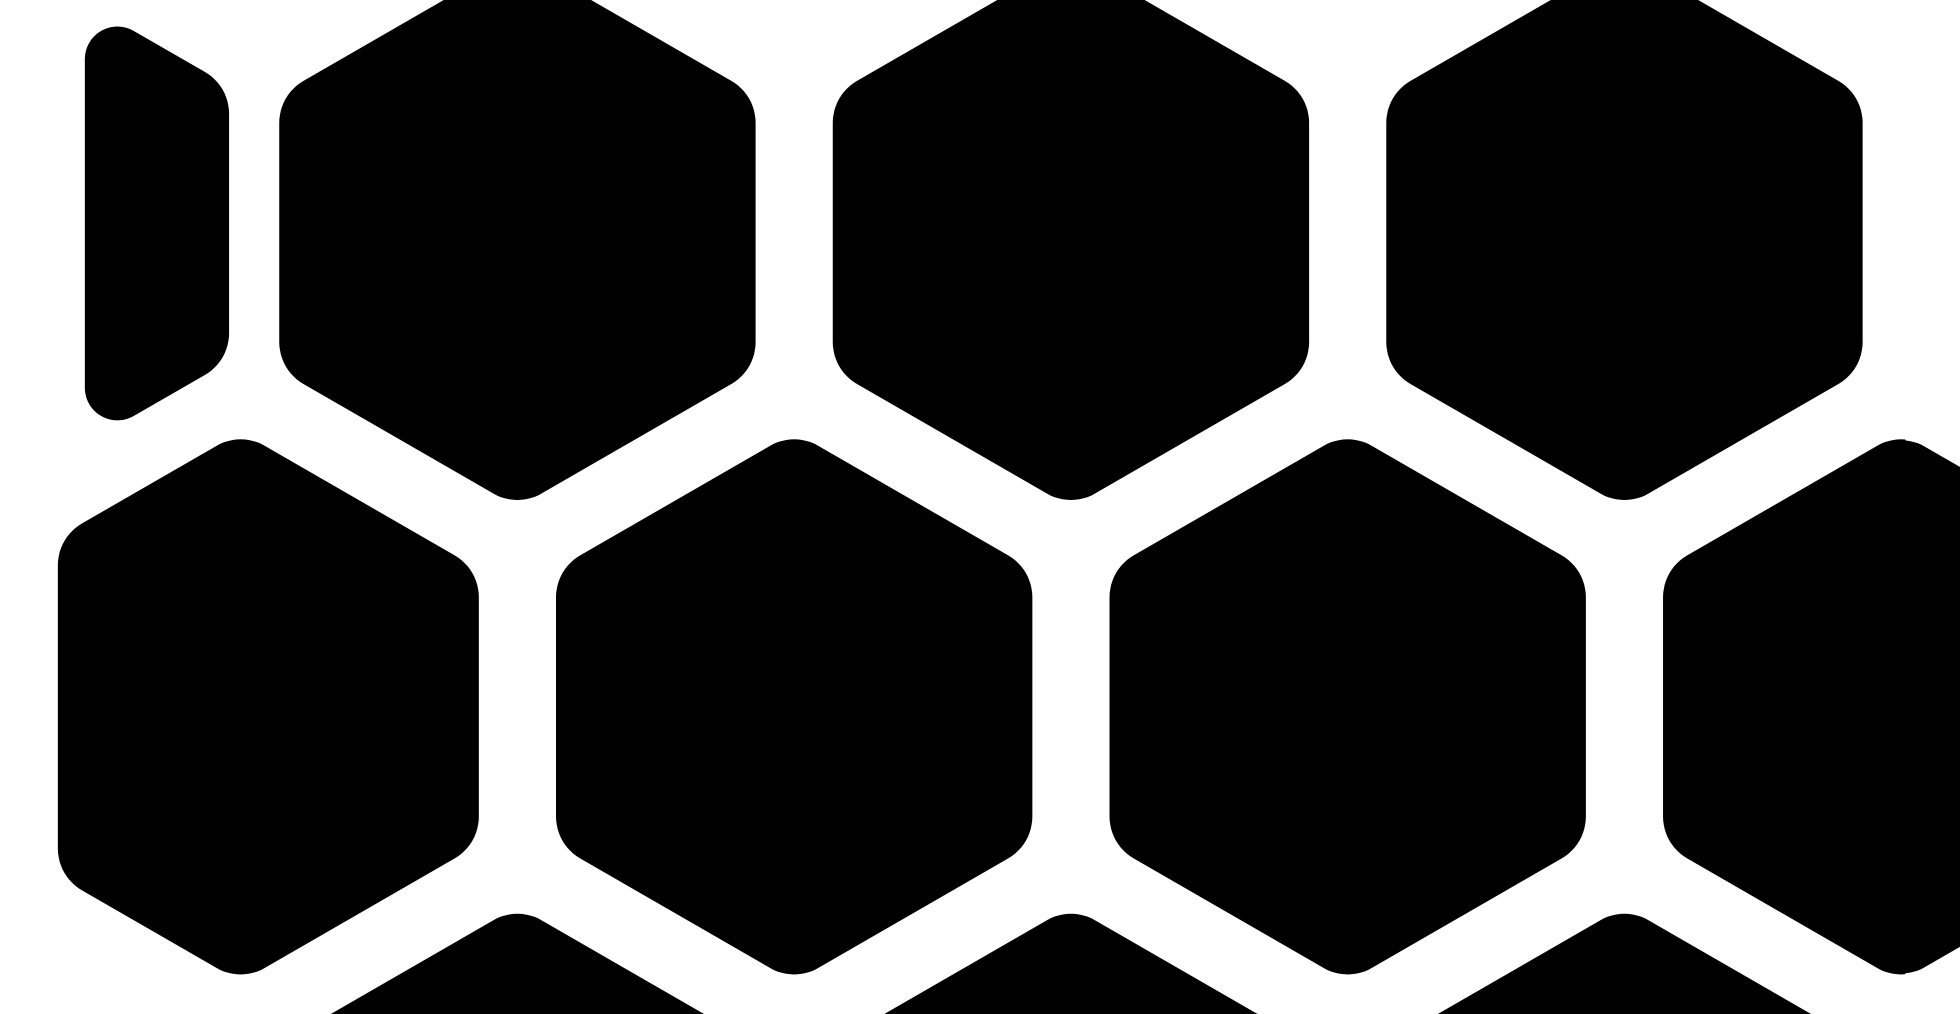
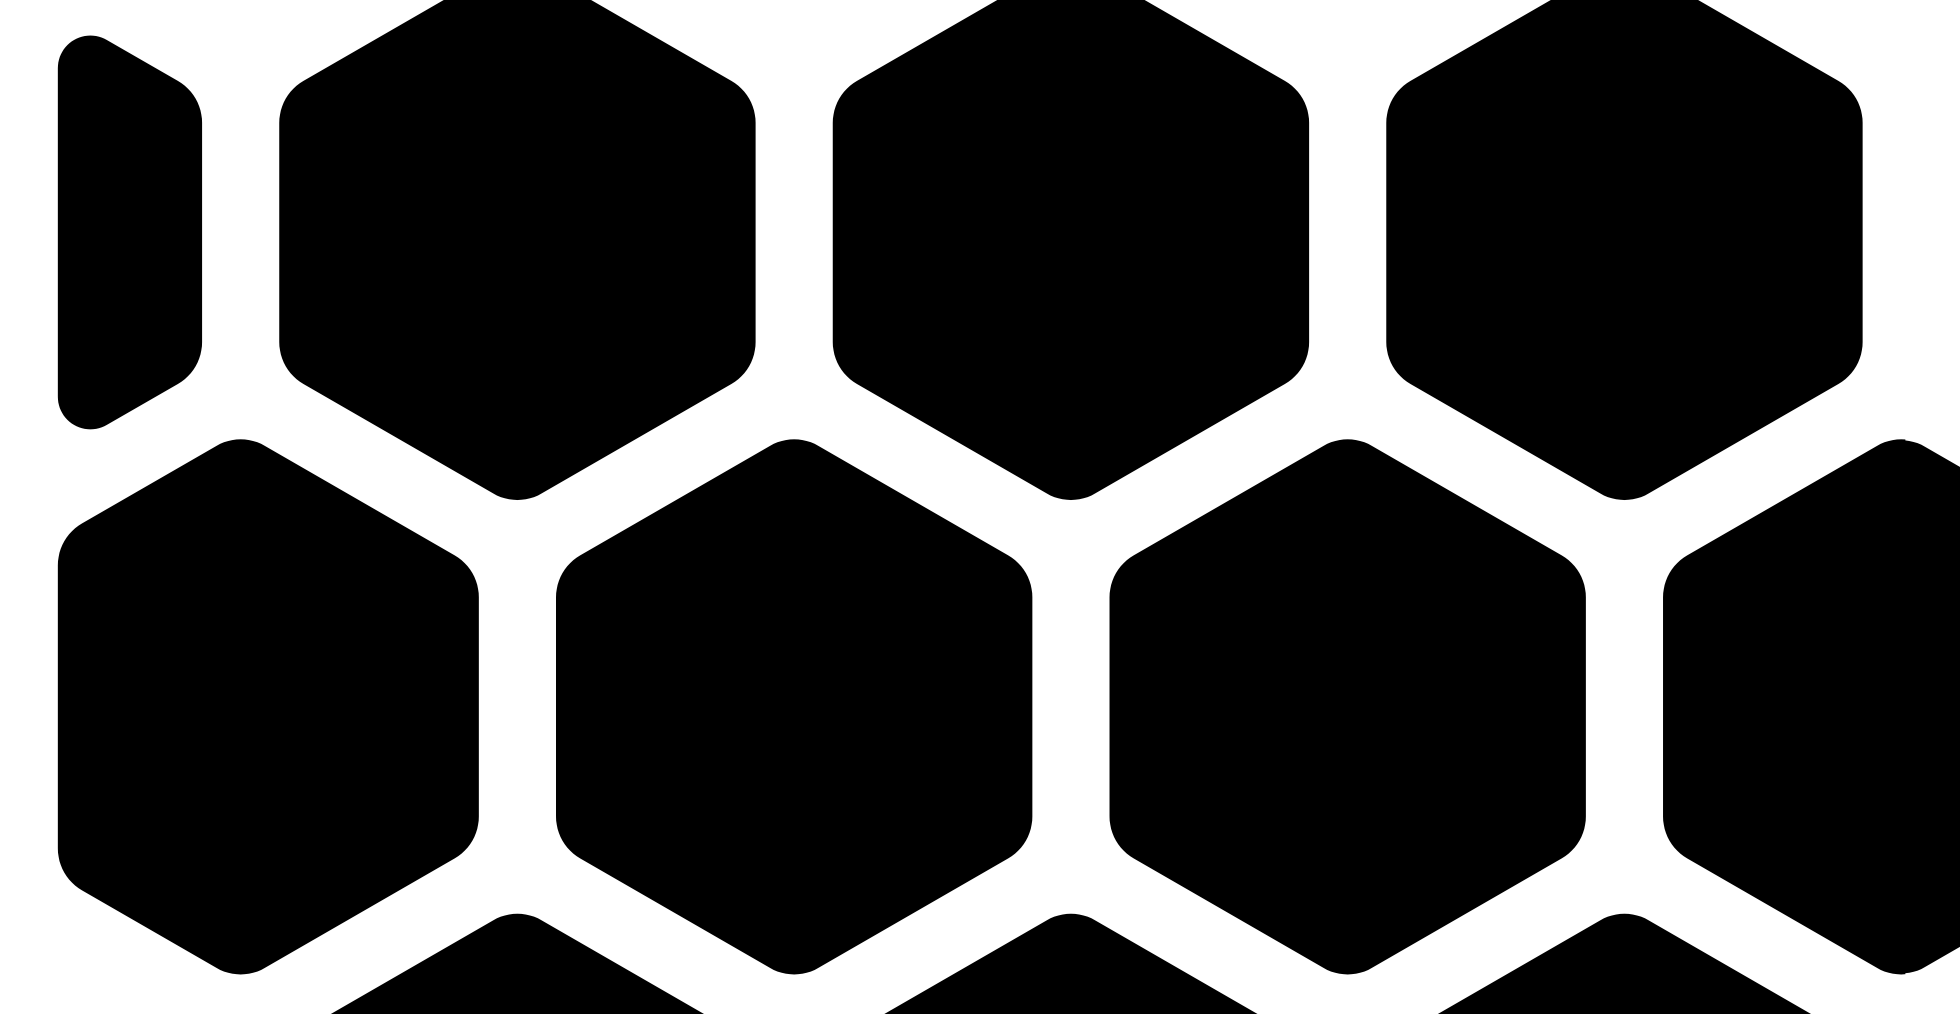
part at (156, 223) position: (156, 223) -> (129, 232)
